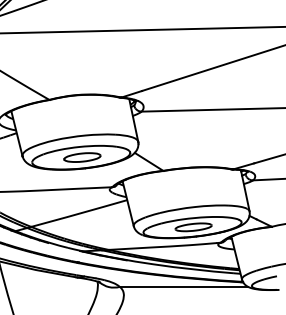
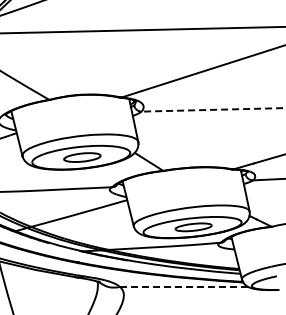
line at (213, 109): solid -> dashed
line at (184, 286): solid -> dashed
